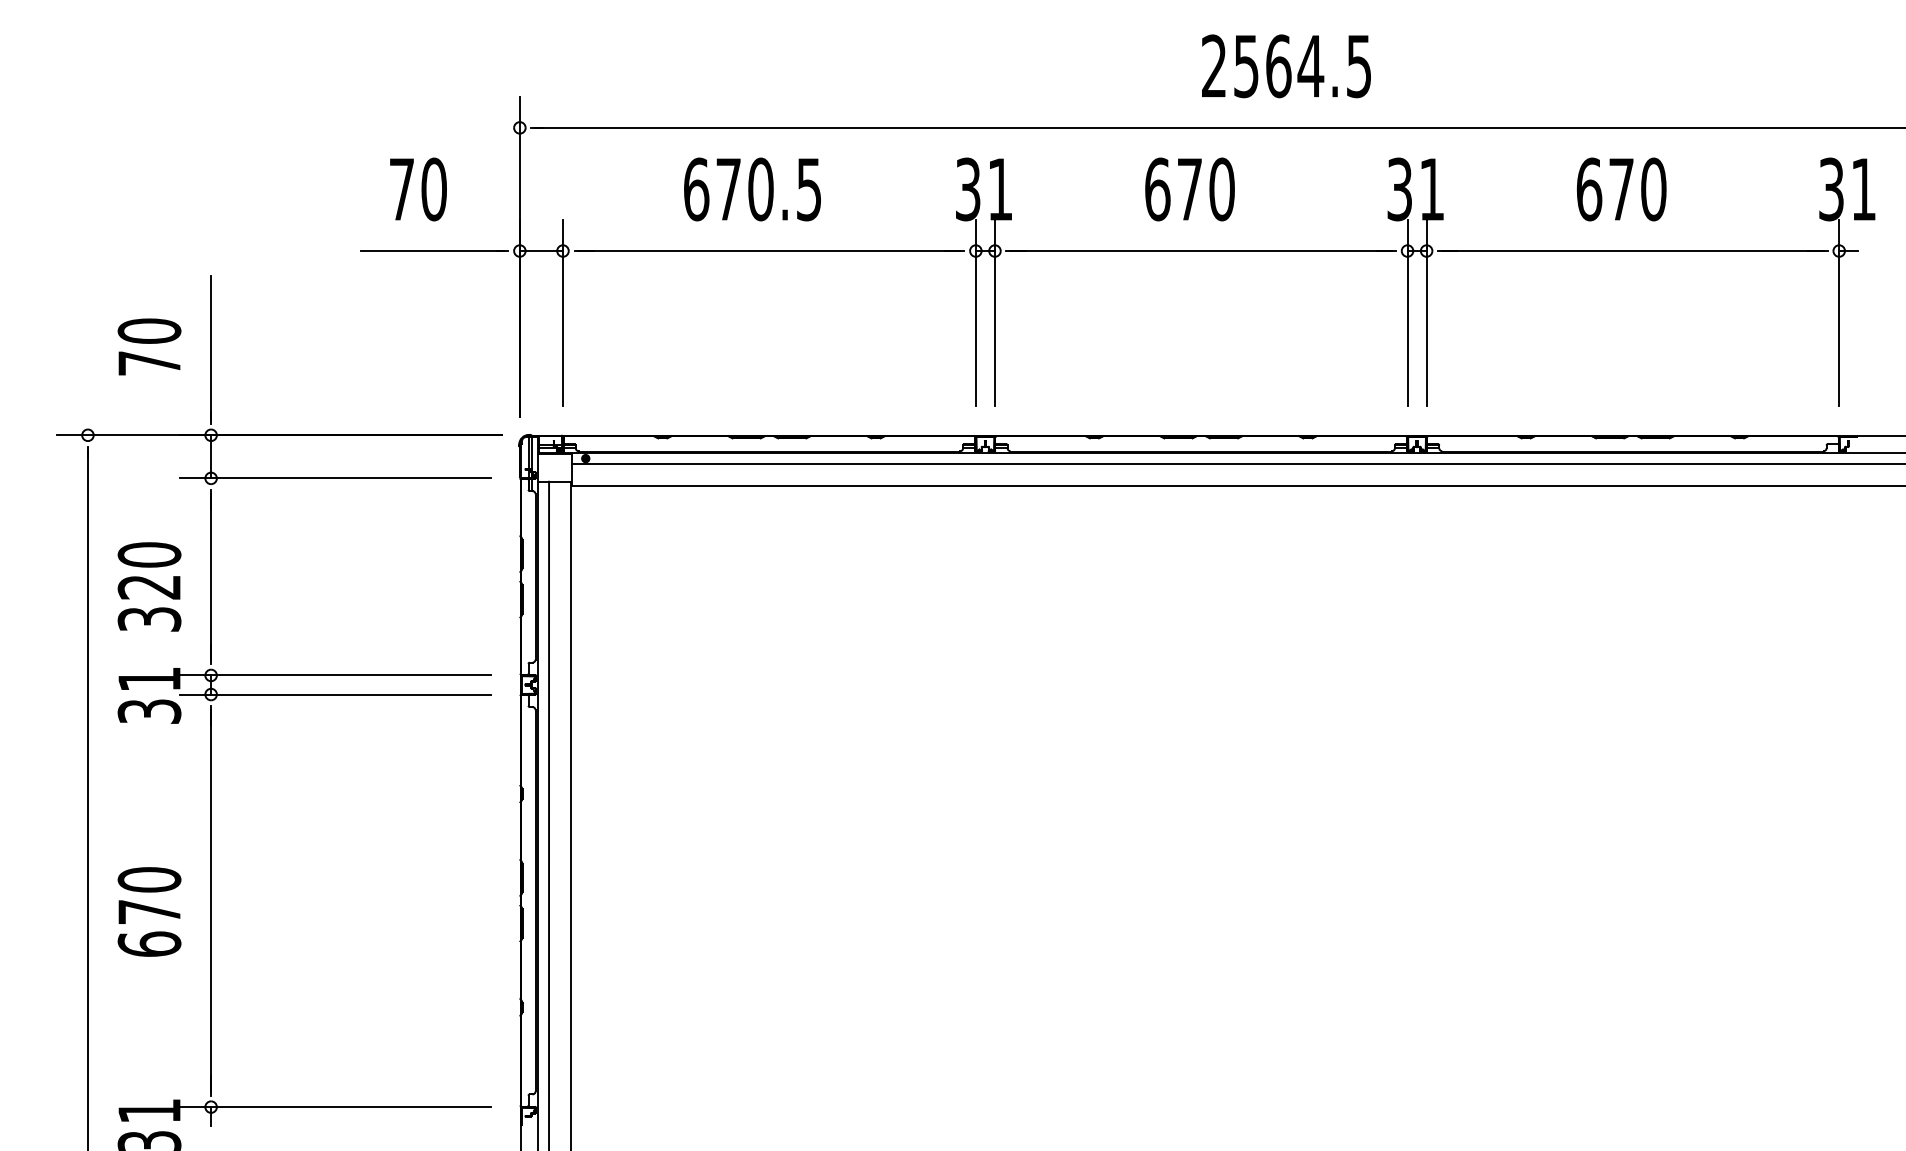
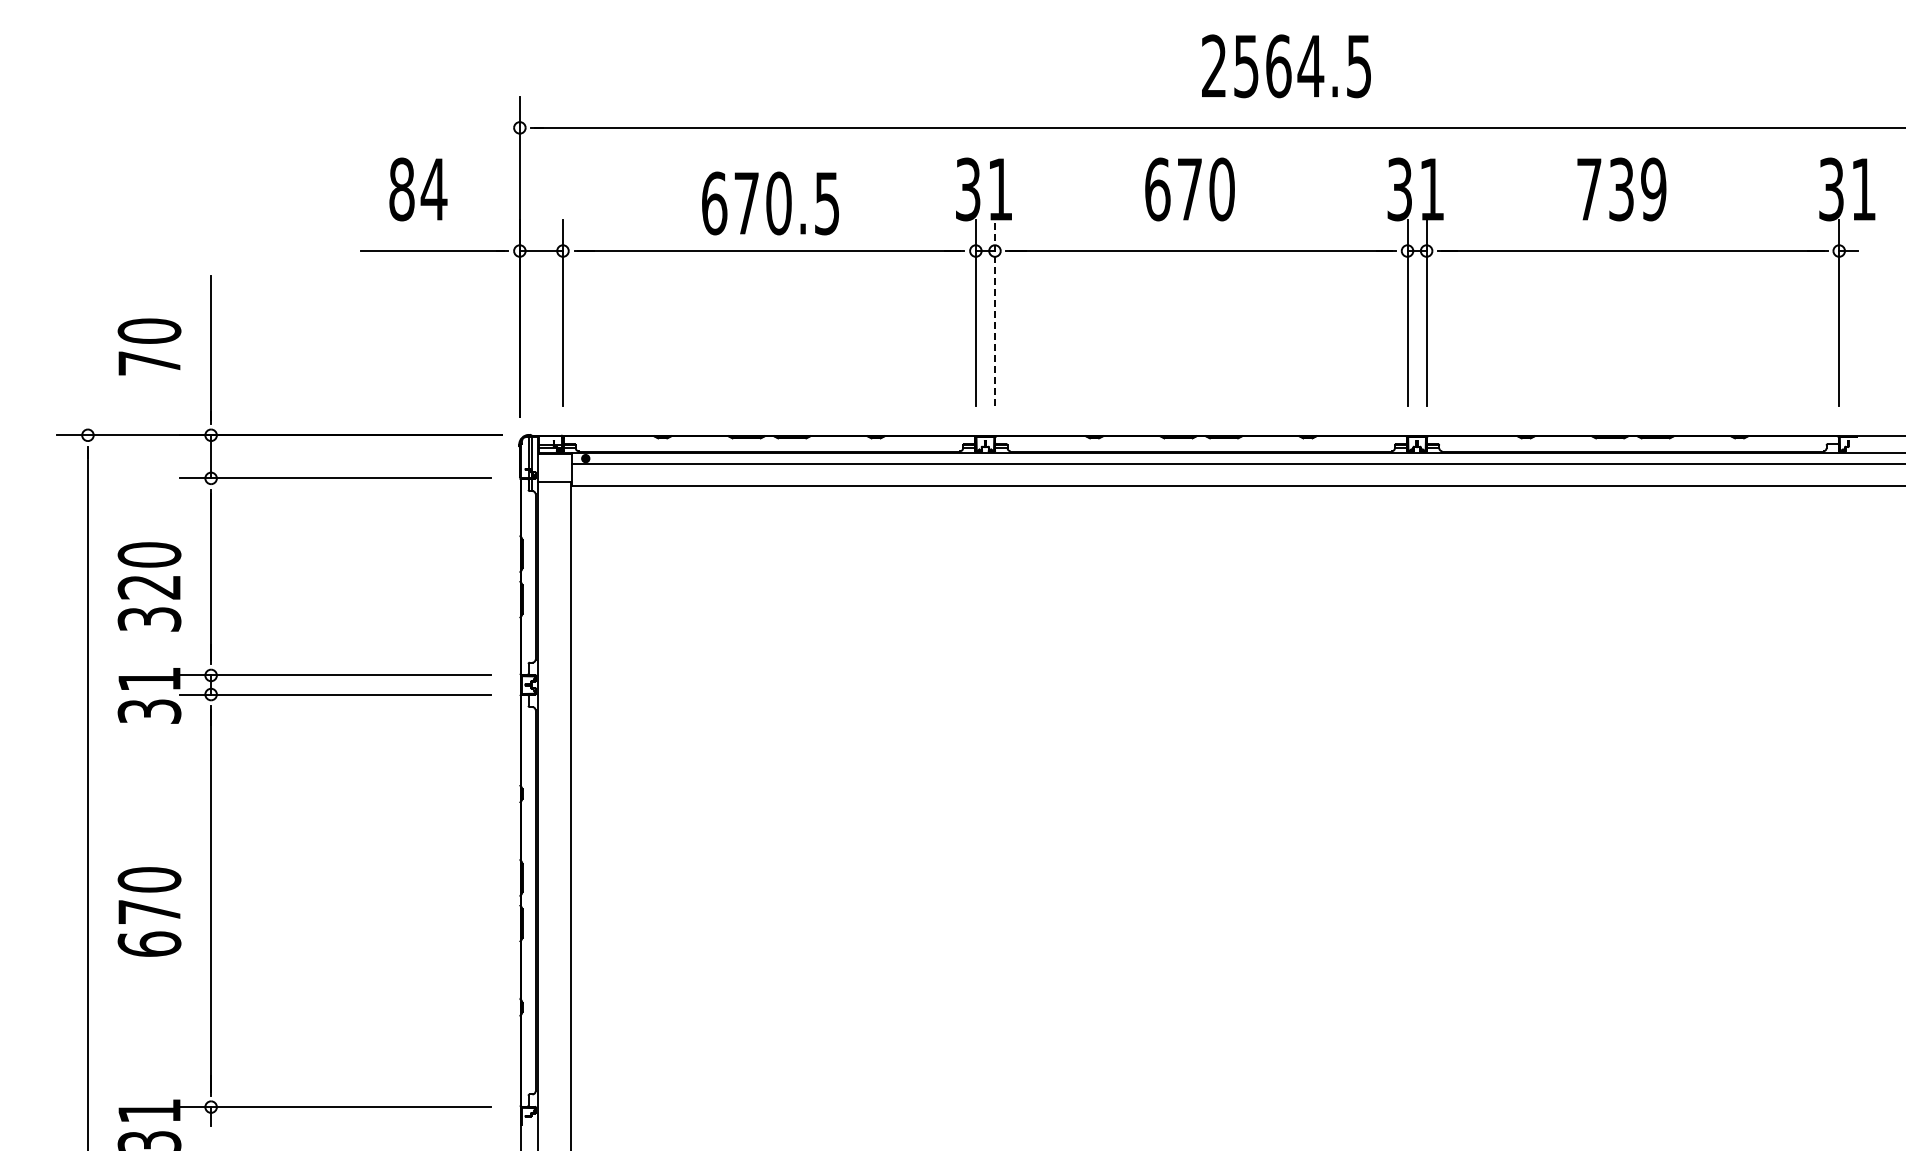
text at (418, 189): 70 -> 84
text at (752, 189) position: (752, 189) -> (770, 203)
text at (1621, 189): 670 -> 739
line at (994, 313): solid -> dashed
line at (549, 814): present -> none
